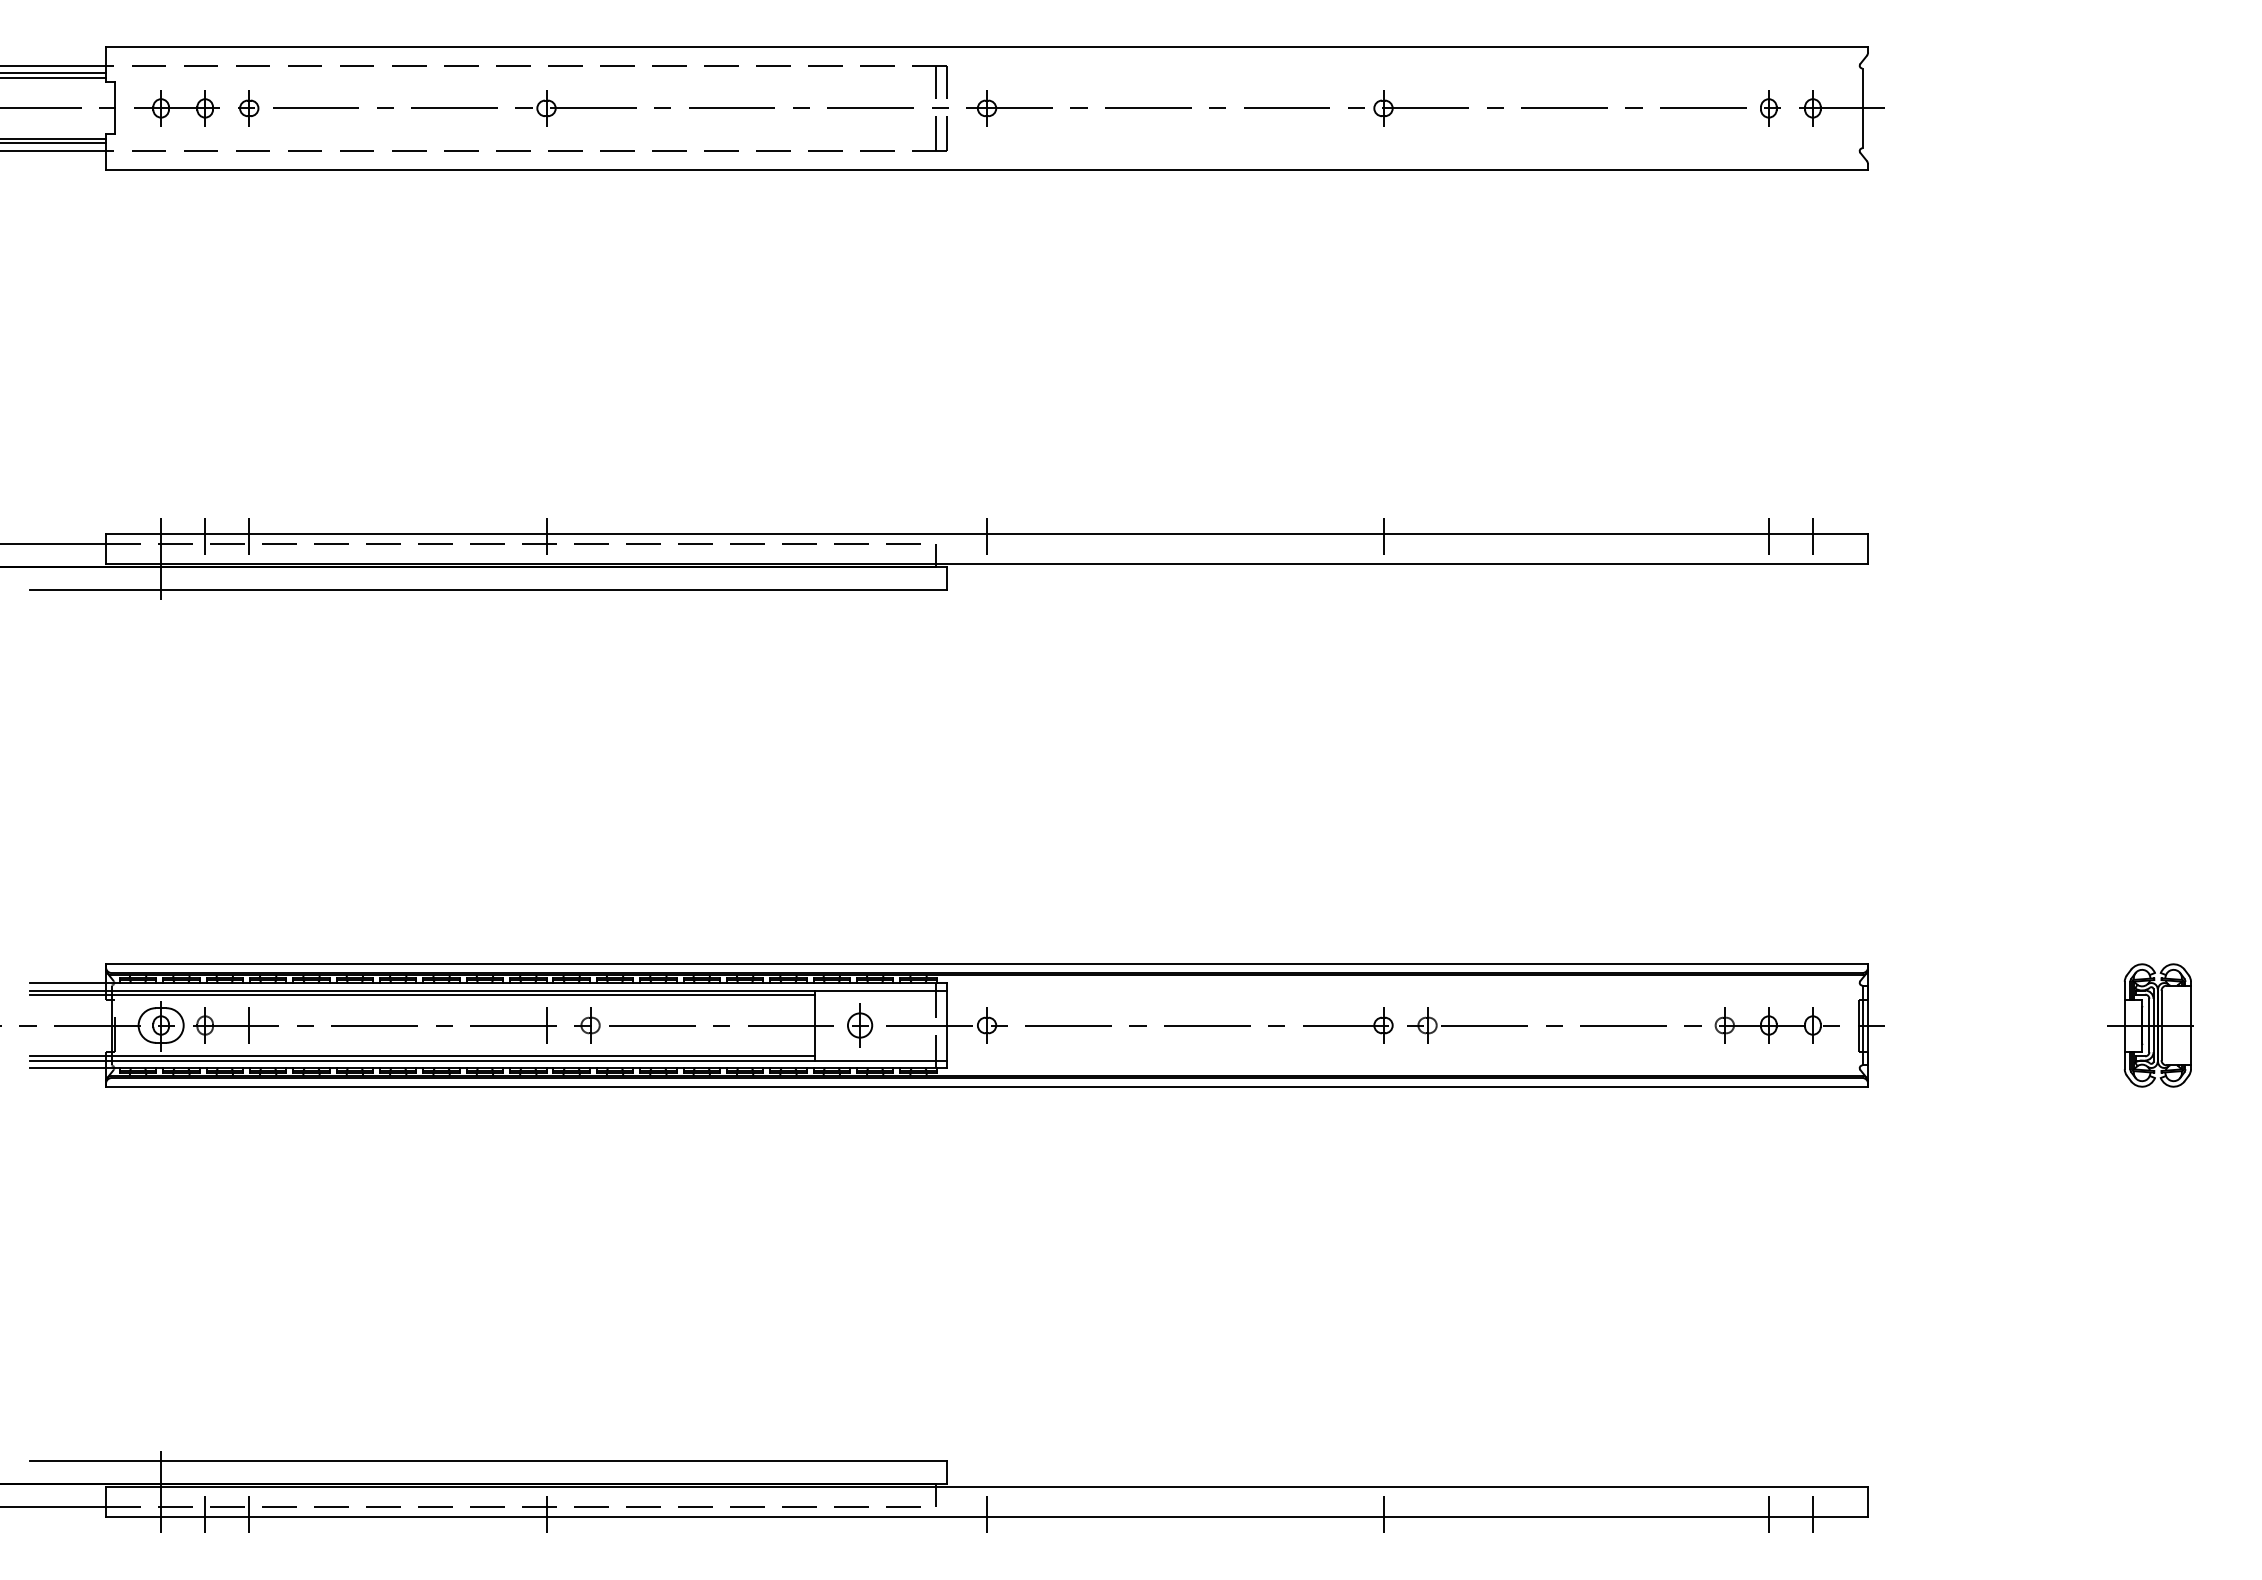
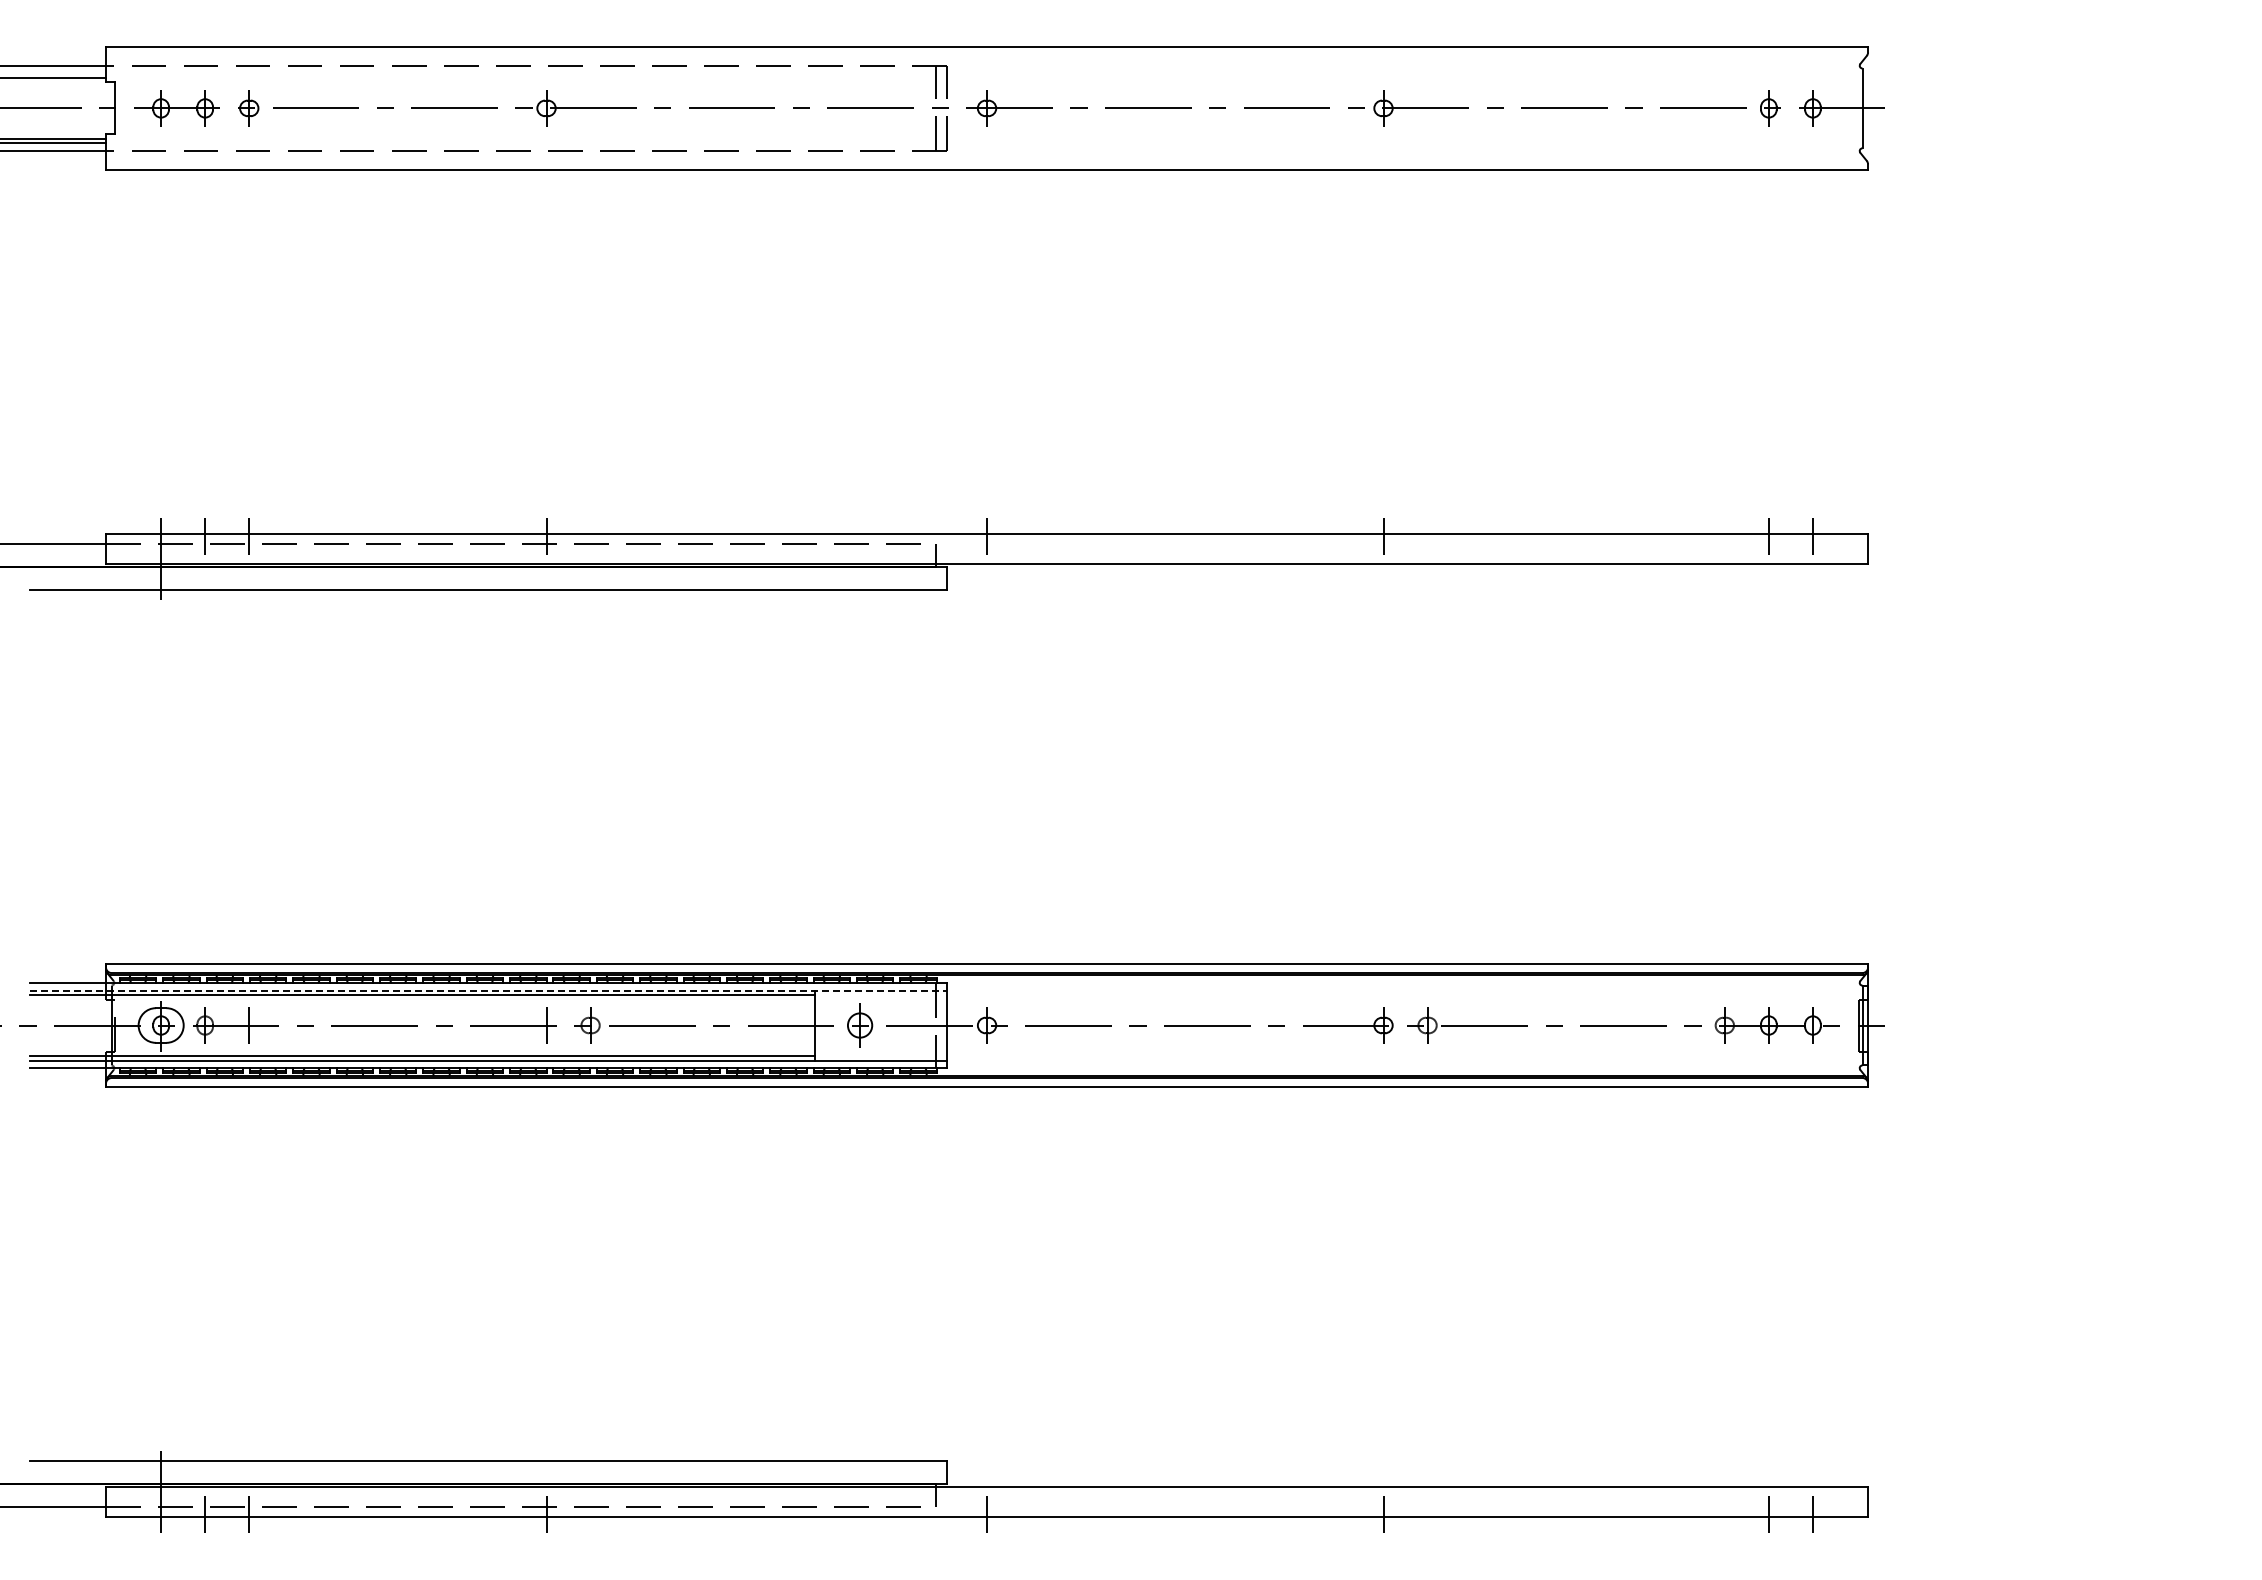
line at (54, 73): present -> none
line at (488, 990): solid -> dashed
part at (2150, 1025): present -> none
